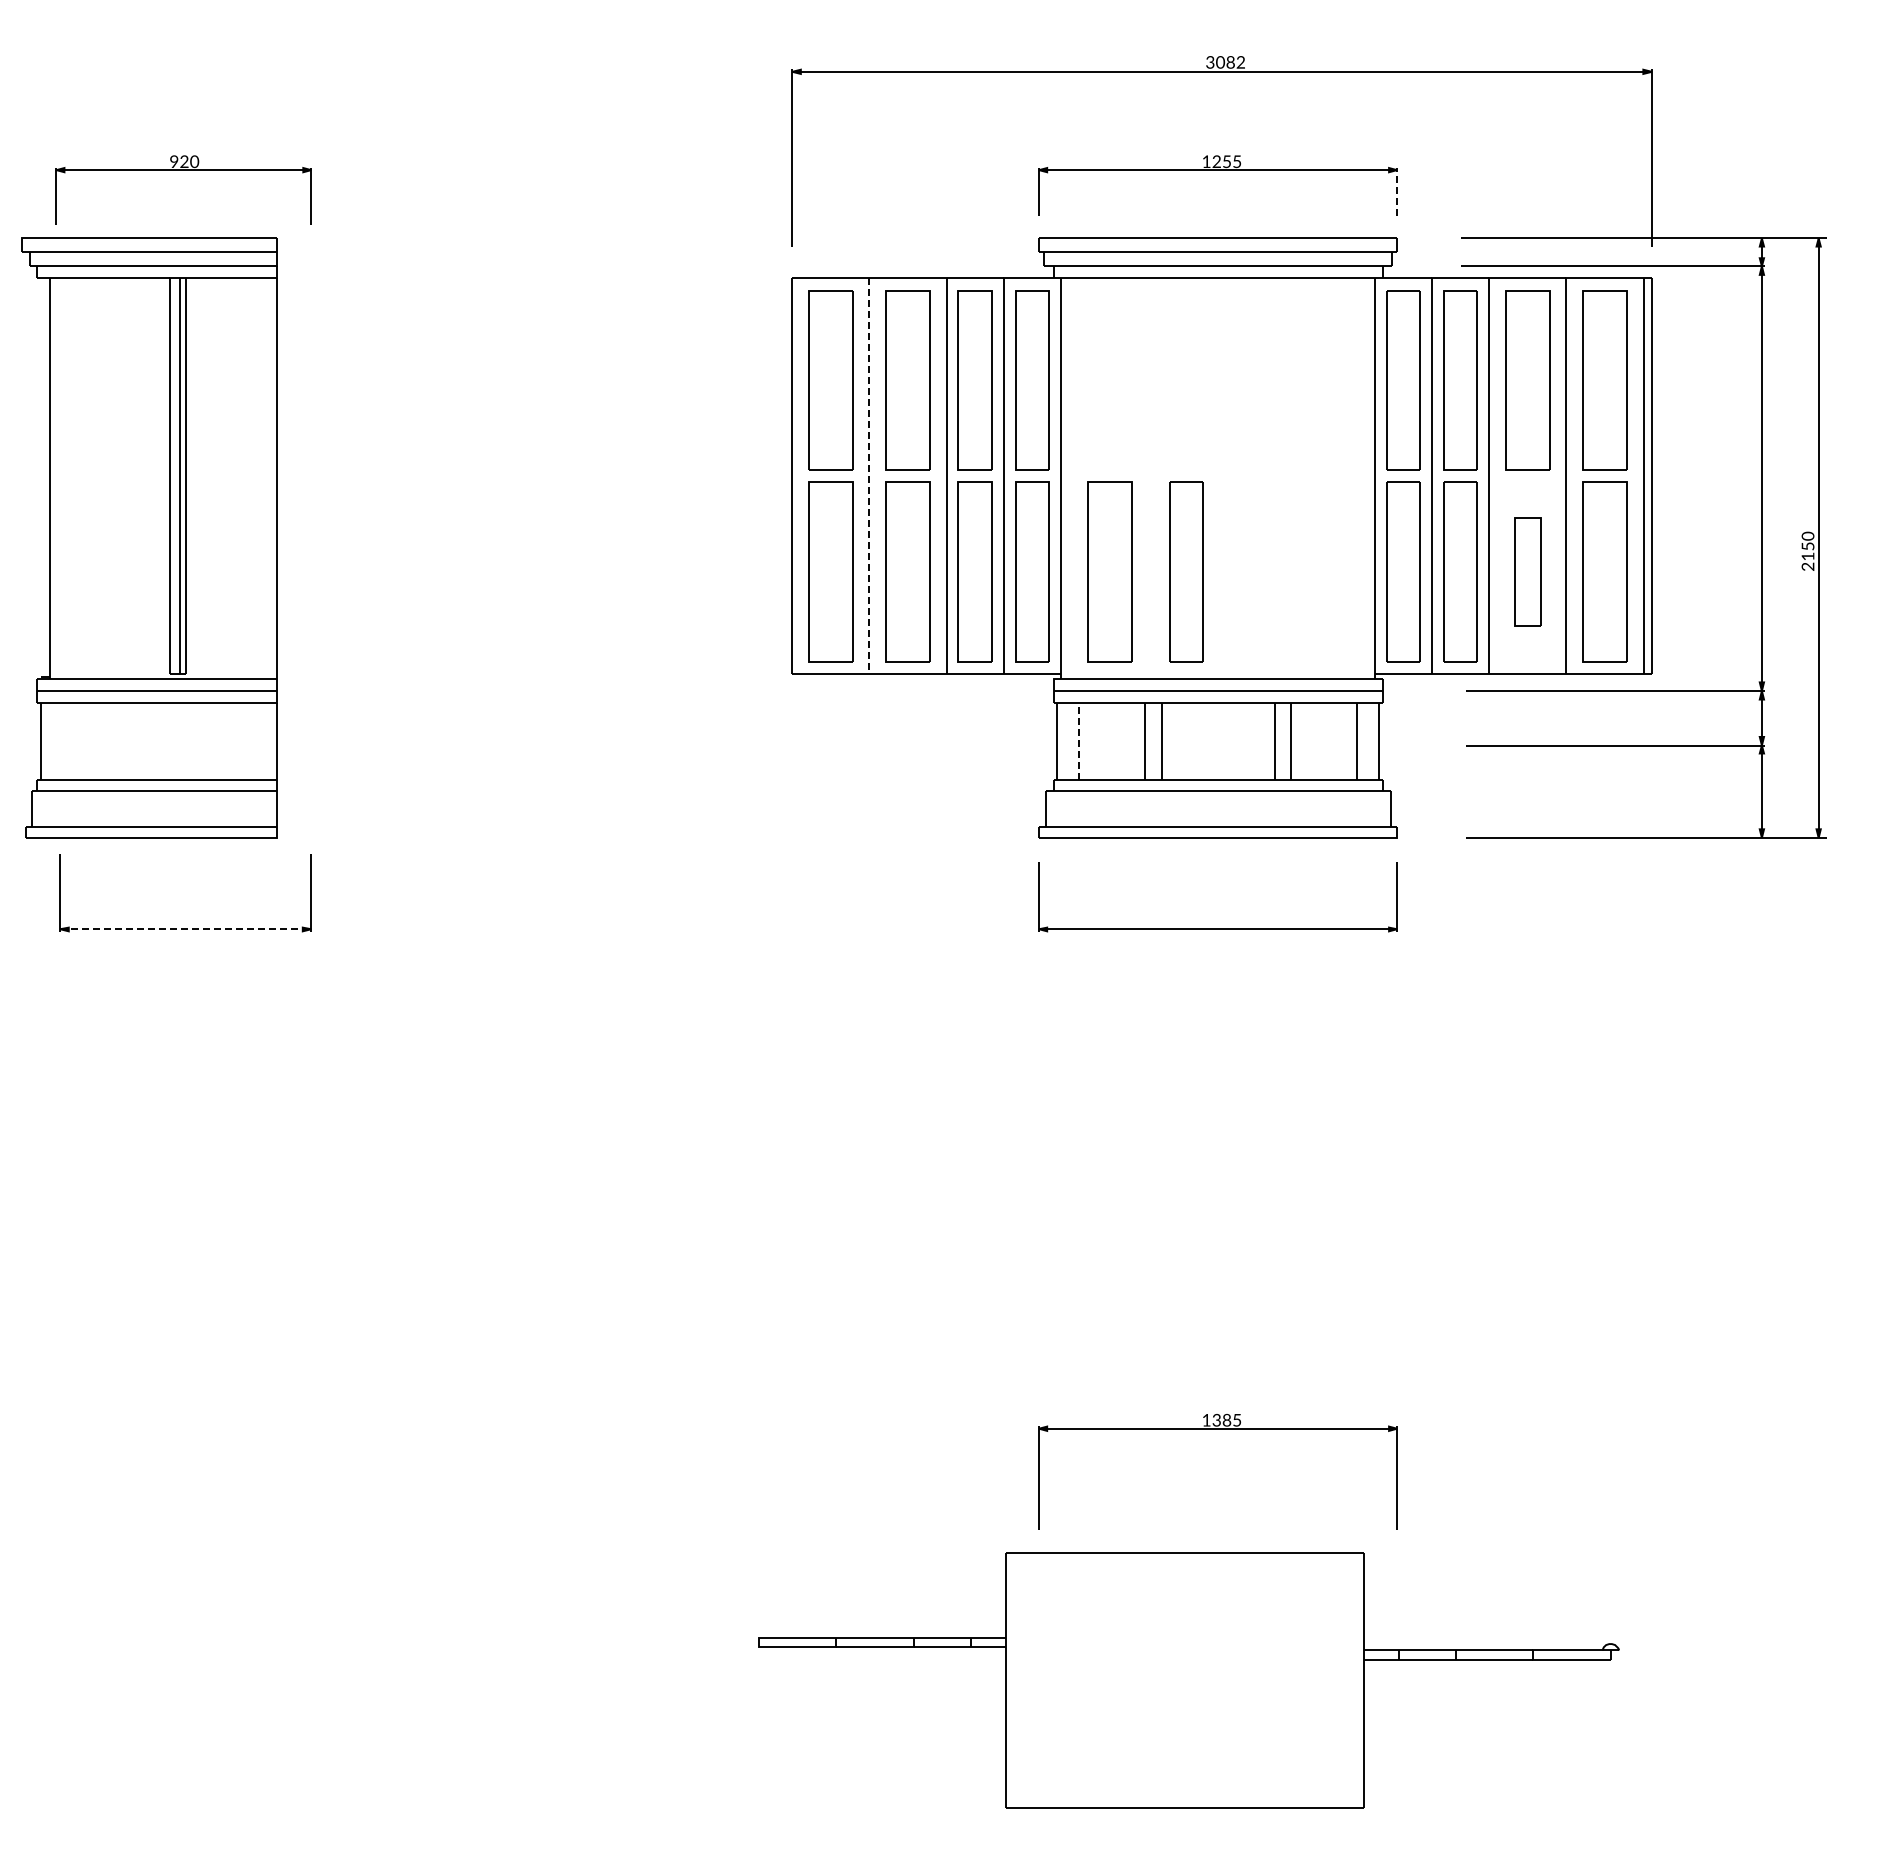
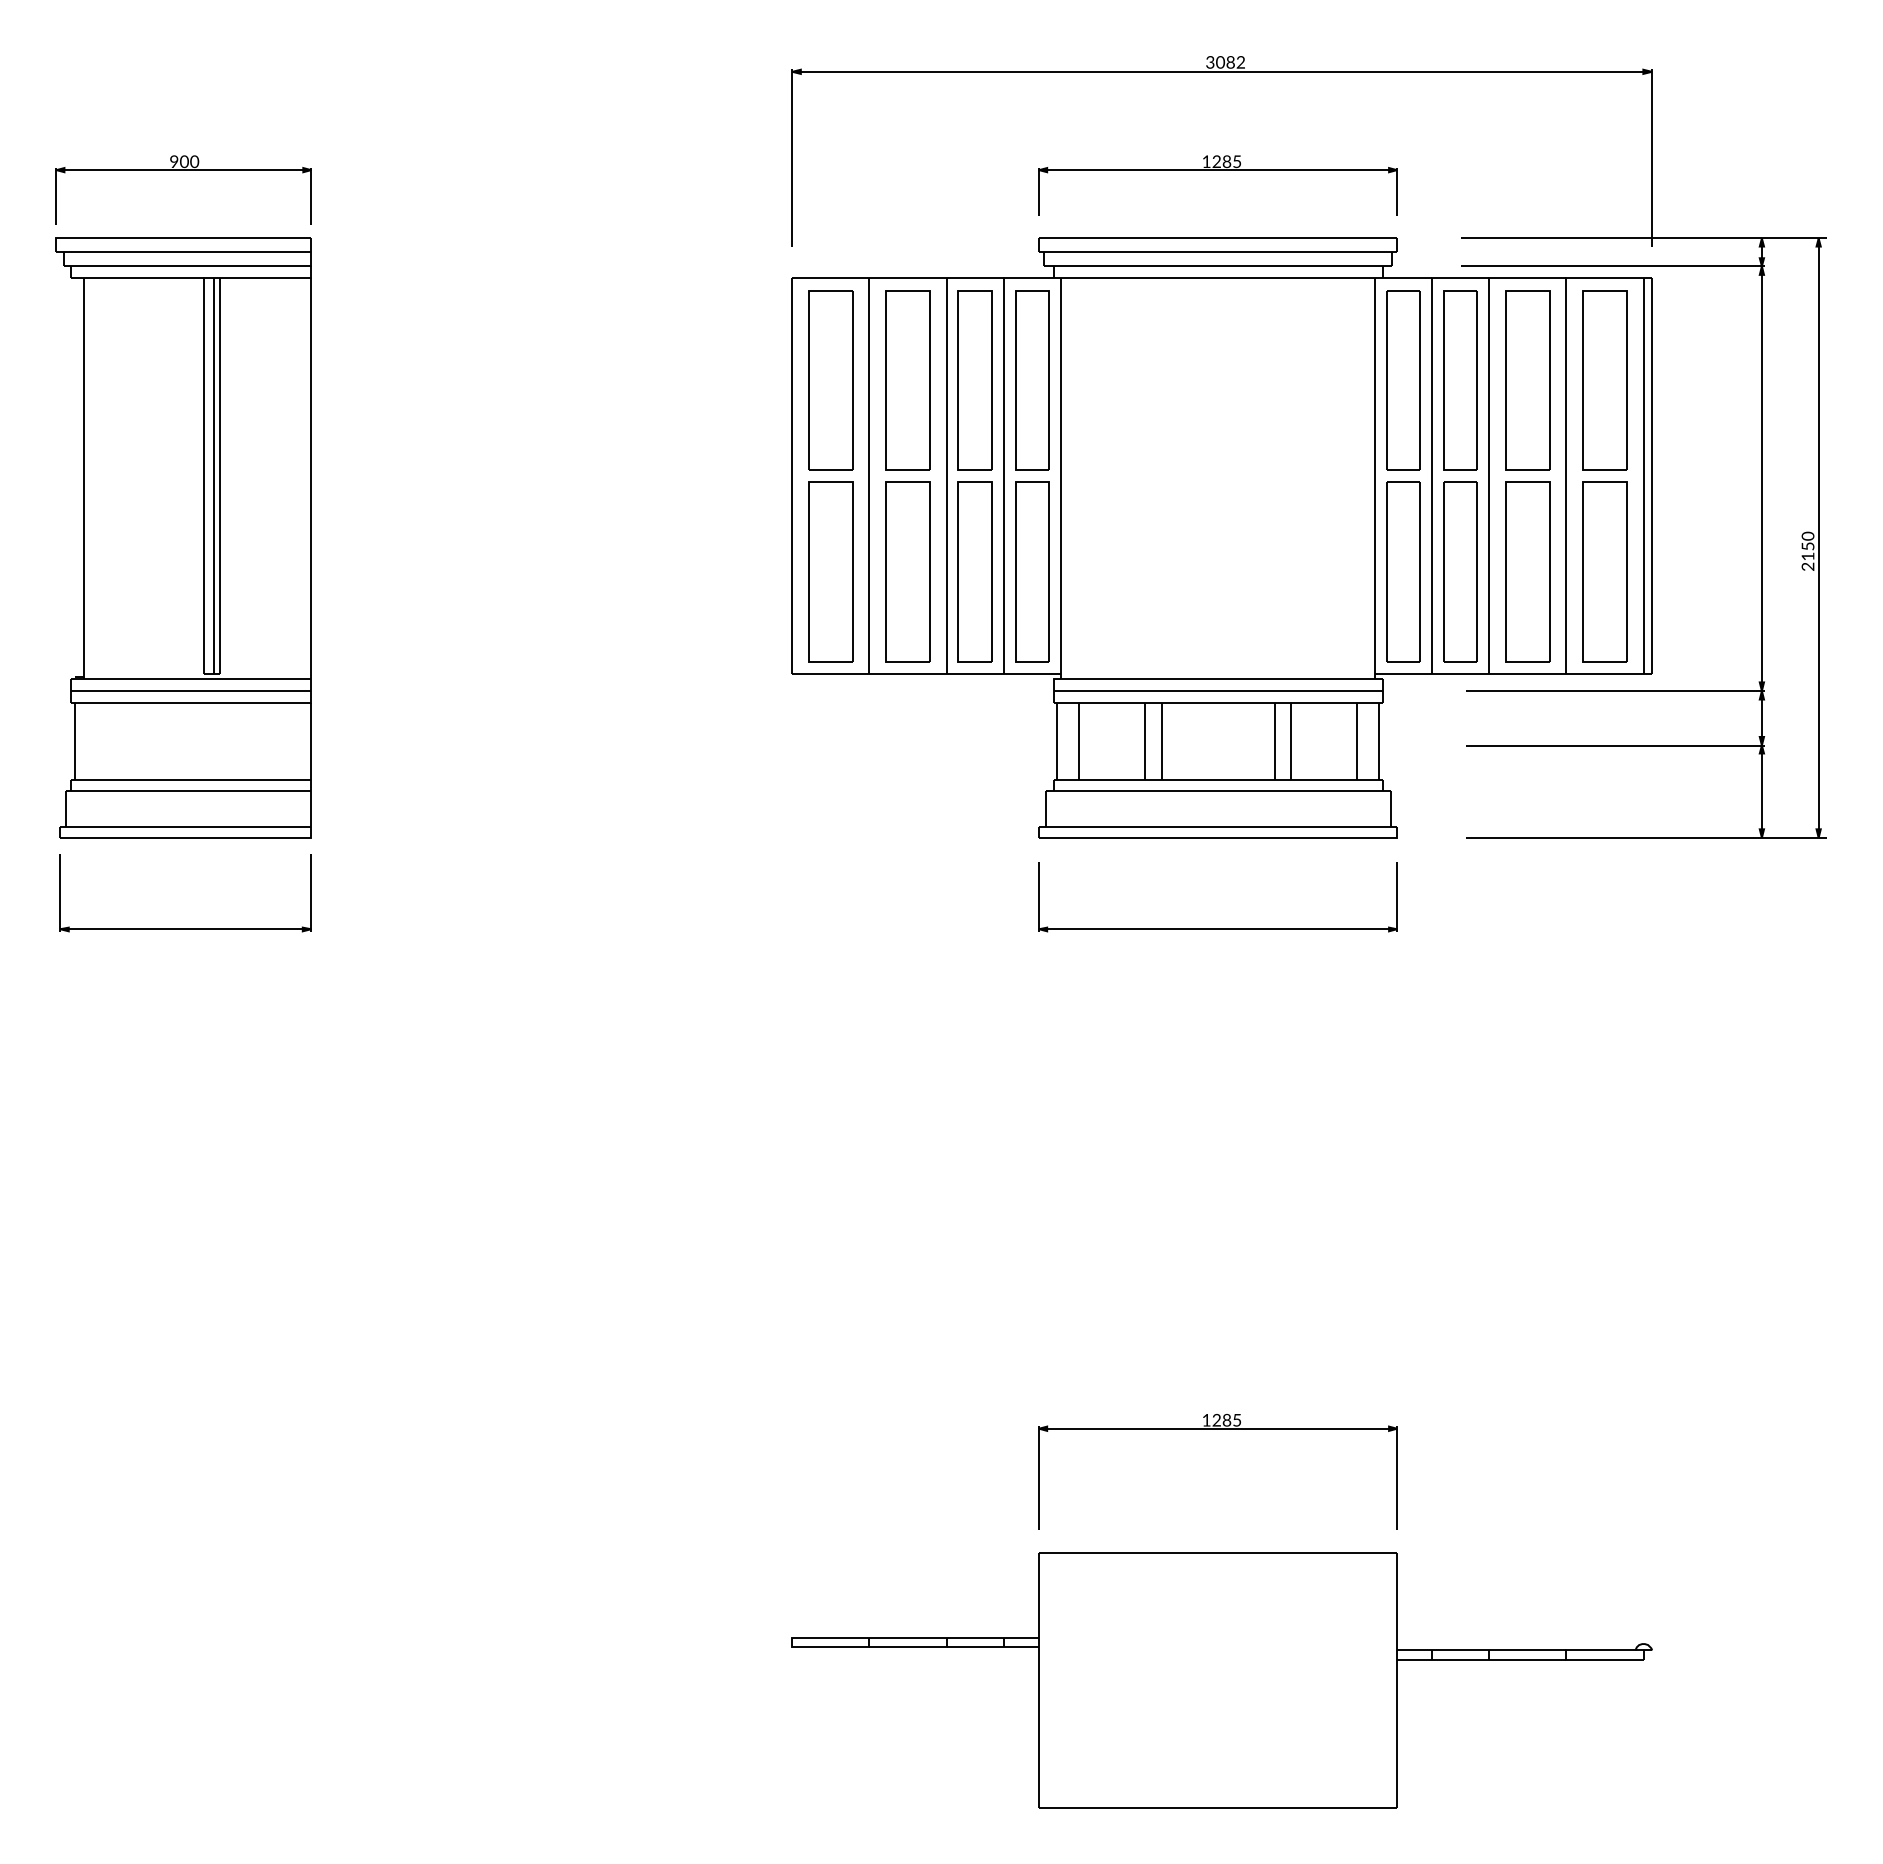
text at (1226, 161): 1255 -> 1285
text at (184, 162): 920 -> 900
line at (1397, 191): dashed -> solid
line at (869, 476): dashed -> solid
part at (149, 537) position: (149, 537) -> (183, 537)
part at (1109, 571): present -> none
part at (1186, 571): present -> none
part at (1527, 571) size: 28x110 px -> 46x182 px
line at (1079, 740): dashed -> solid
line at (185, 929): dashed -> solid
text at (1216, 1422): 1385 -> 1285
part at (1188, 1680) position: (1188, 1680) -> (1221, 1680)
